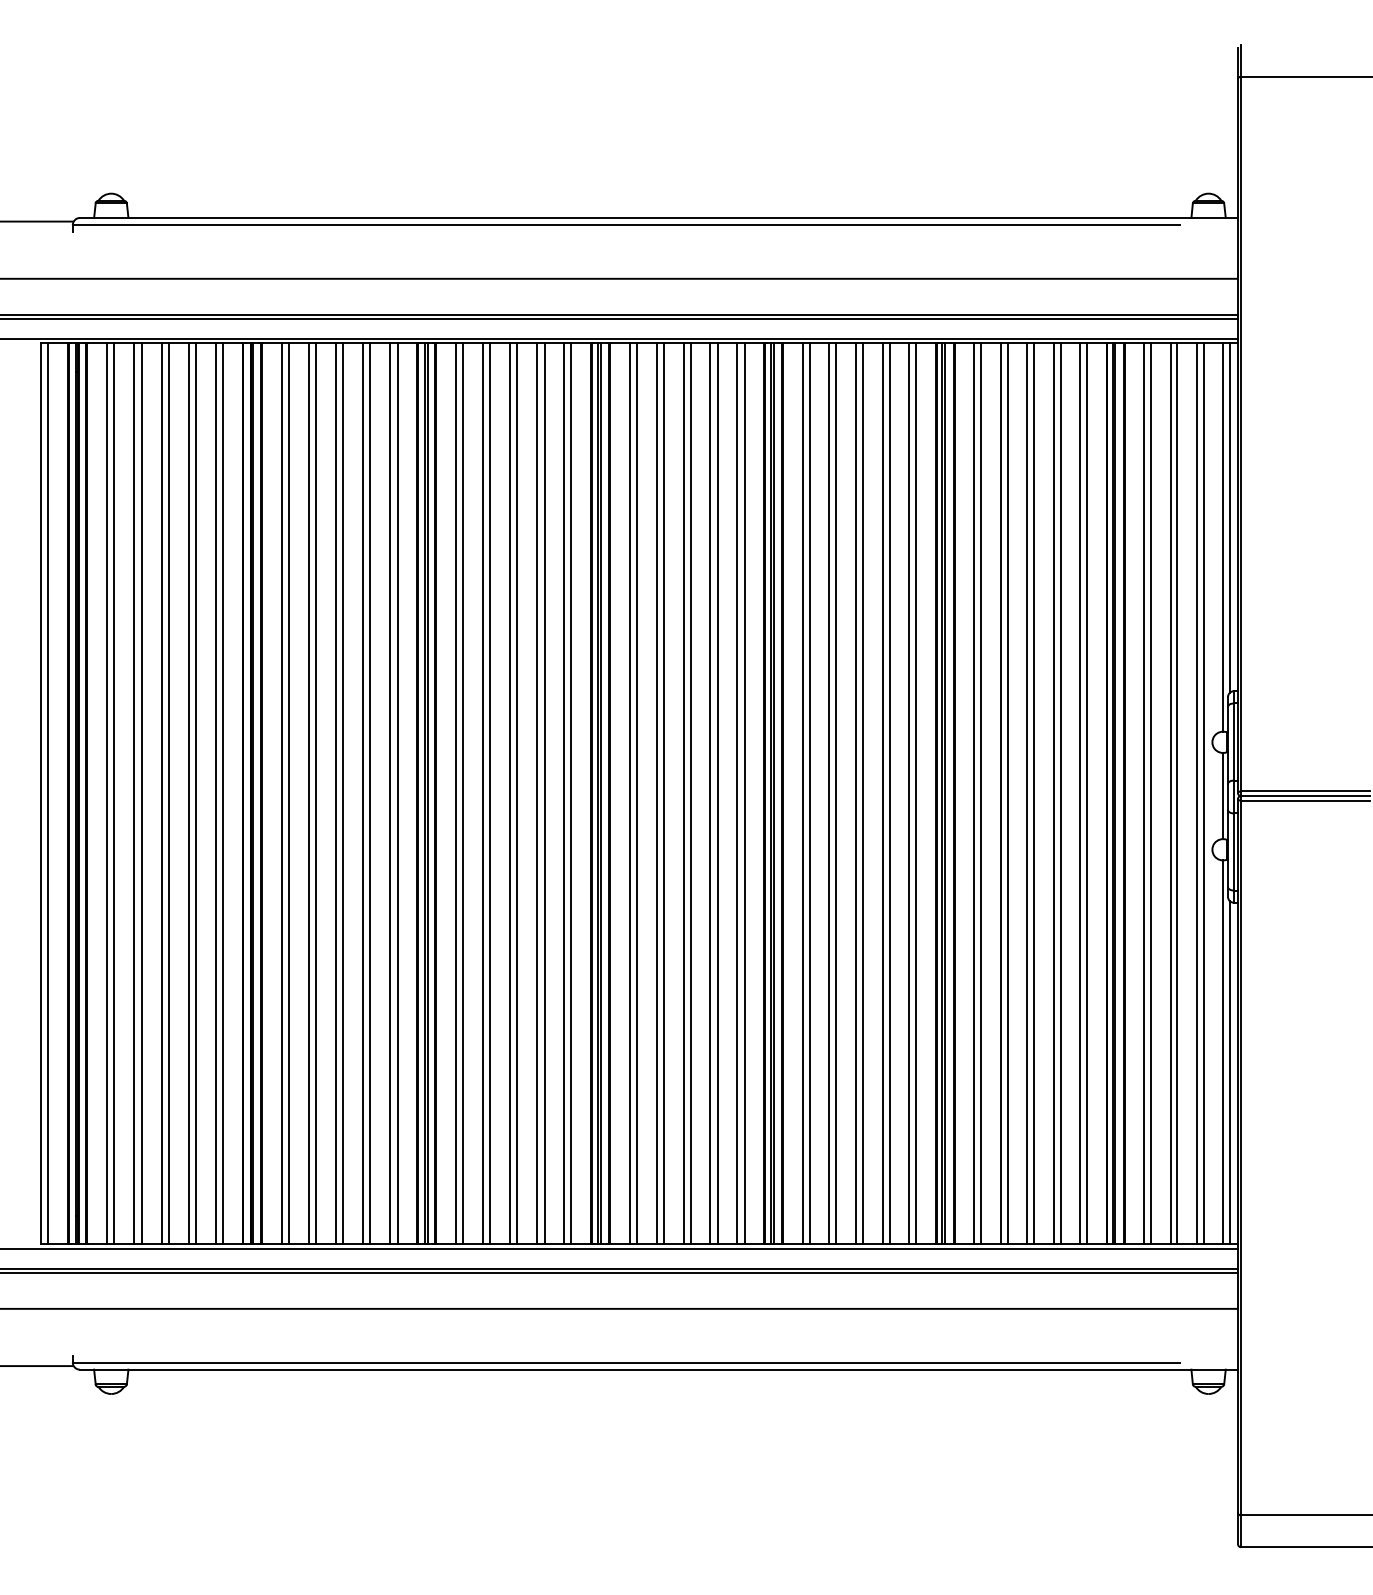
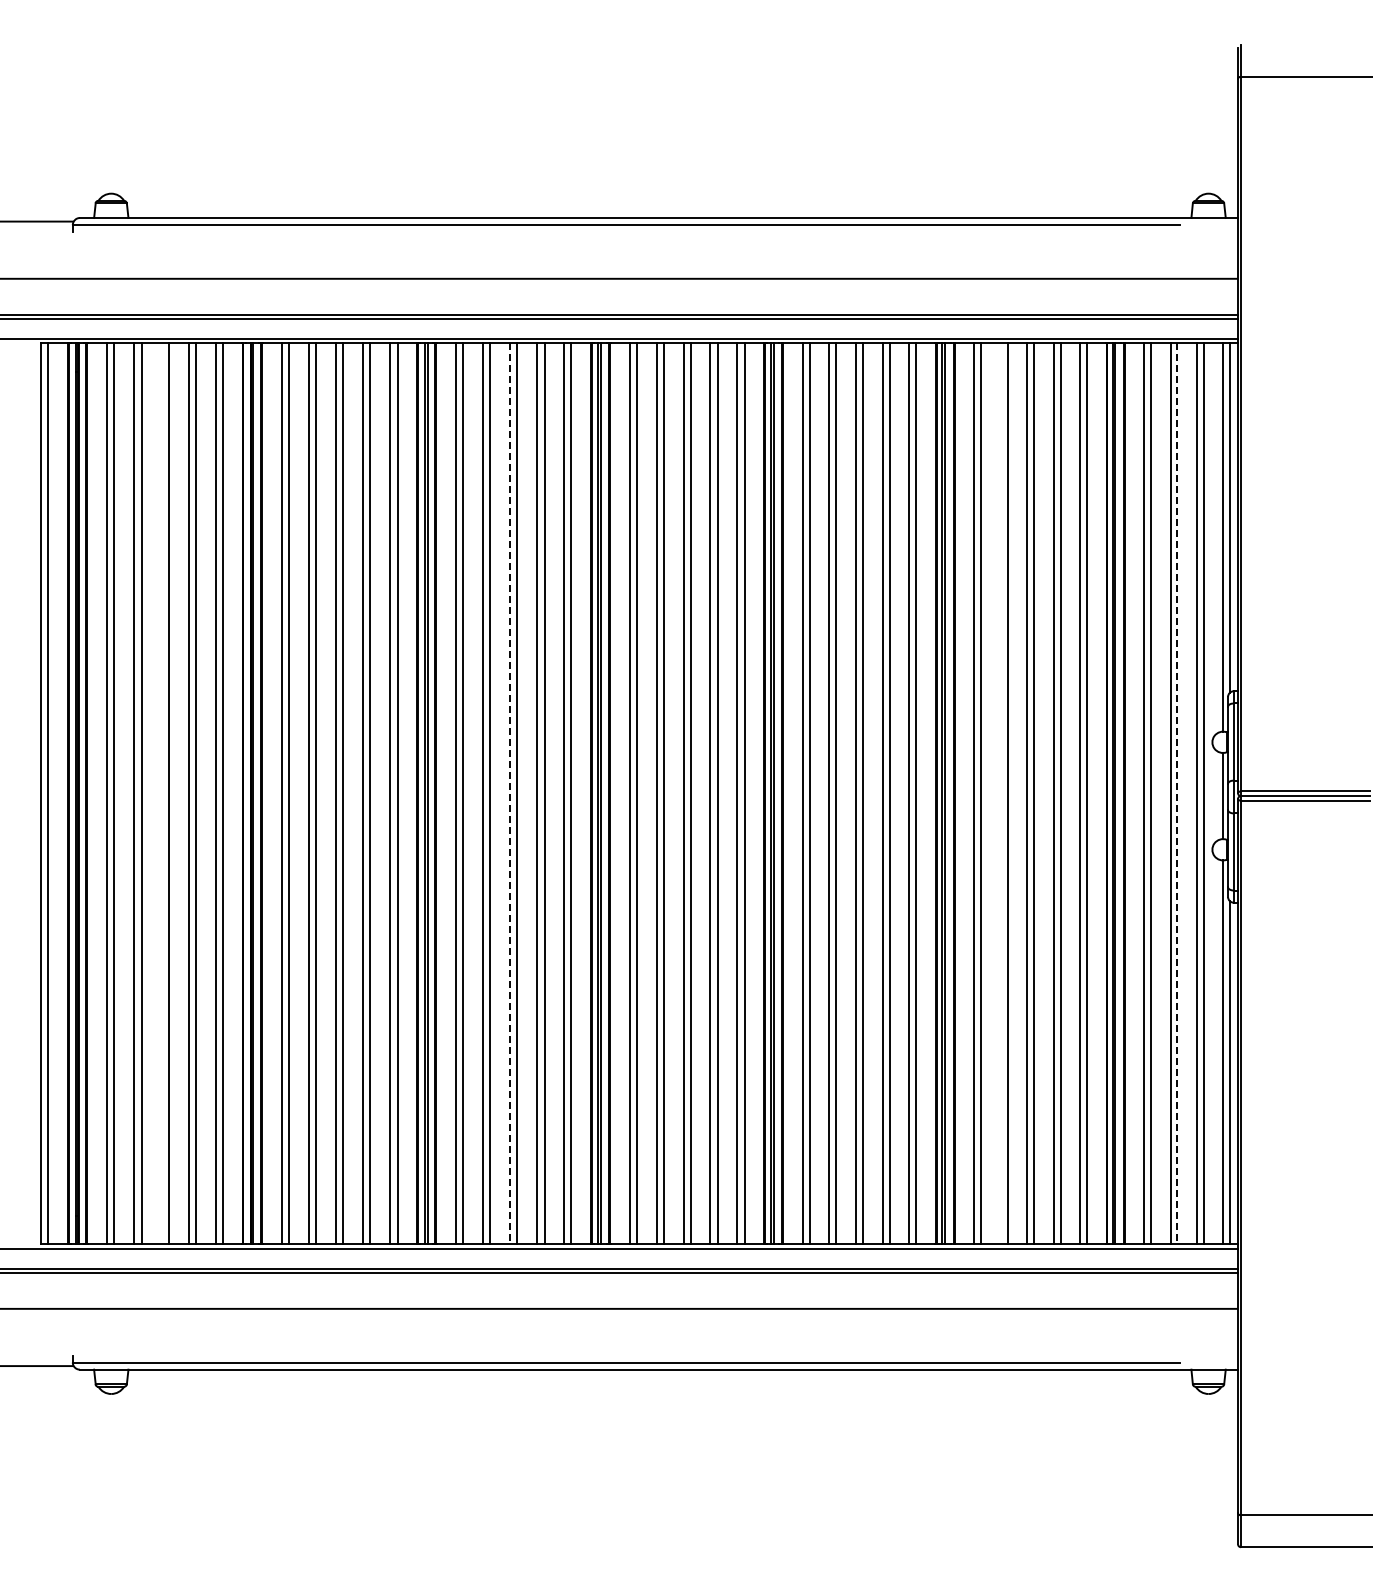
line at (161, 793): present -> none
line at (510, 793): solid -> dashed
line at (1000, 793): present -> none
line at (1177, 793): solid -> dashed
